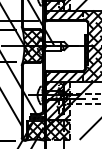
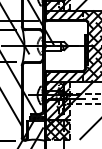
hatch at (32, 45): present -> none
hatch at (35, 130): present -> none
